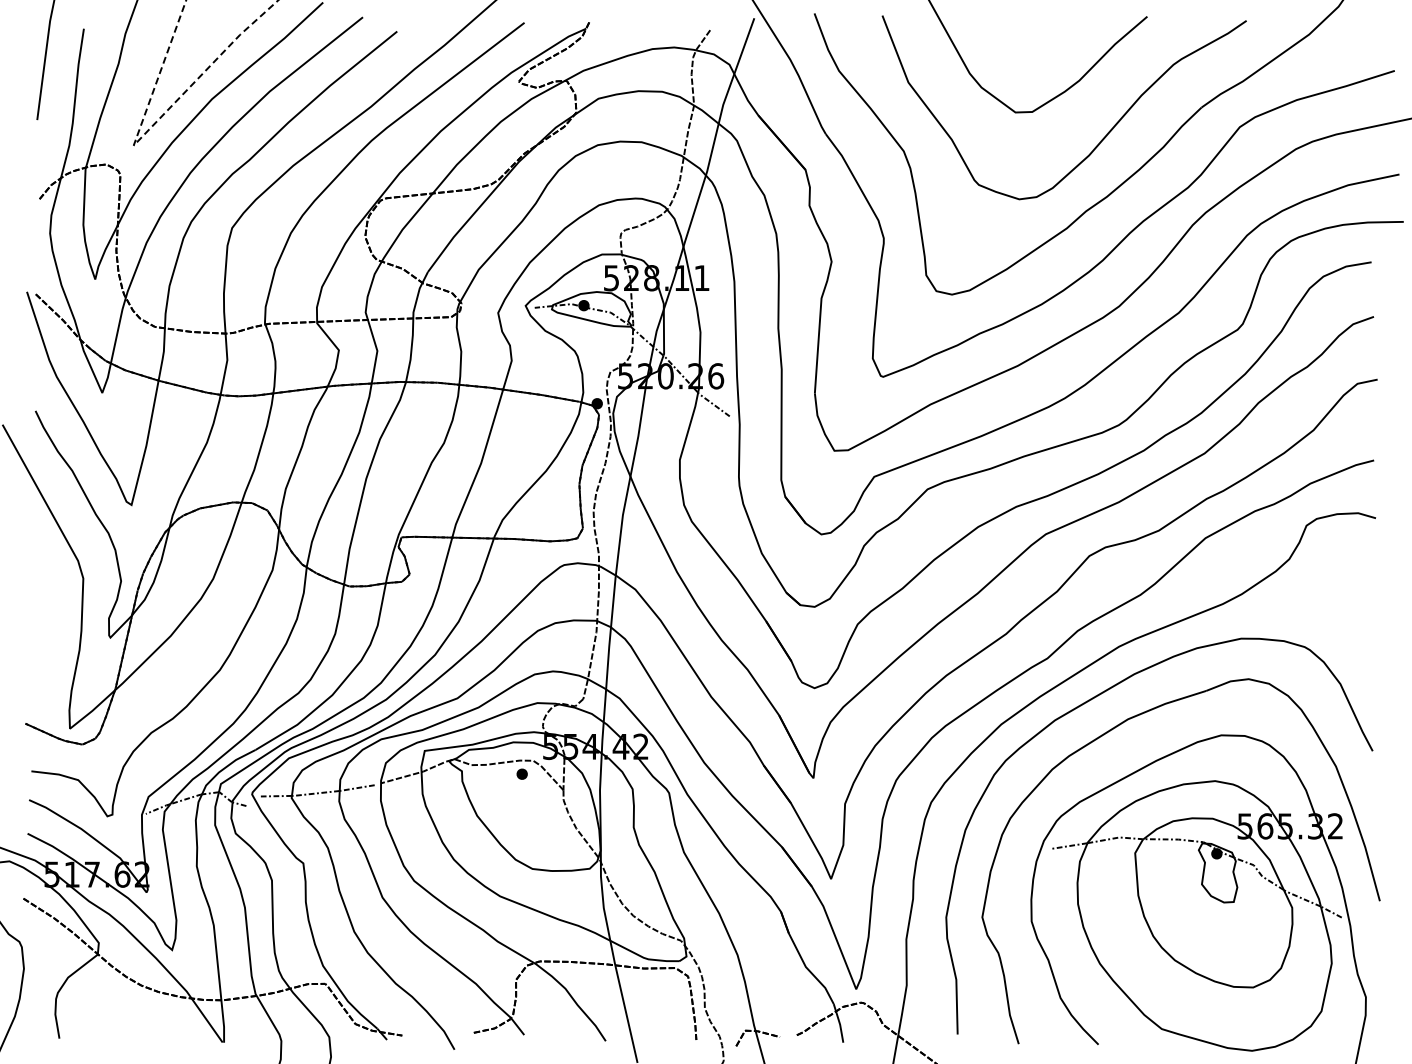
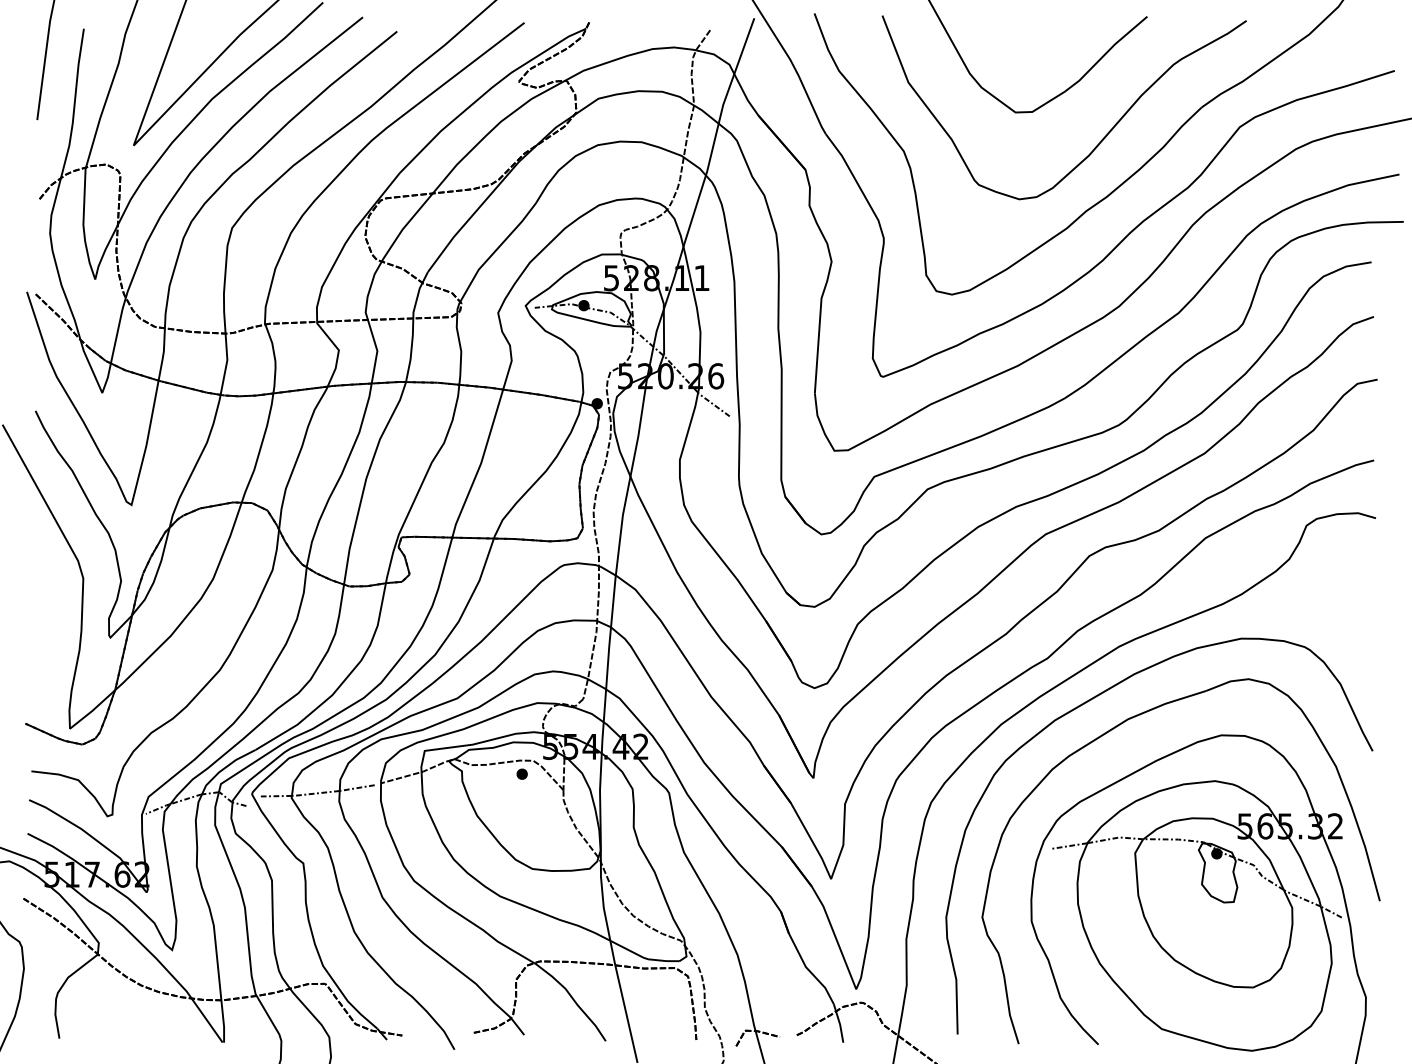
line at (151, 126): dashed -> solid
